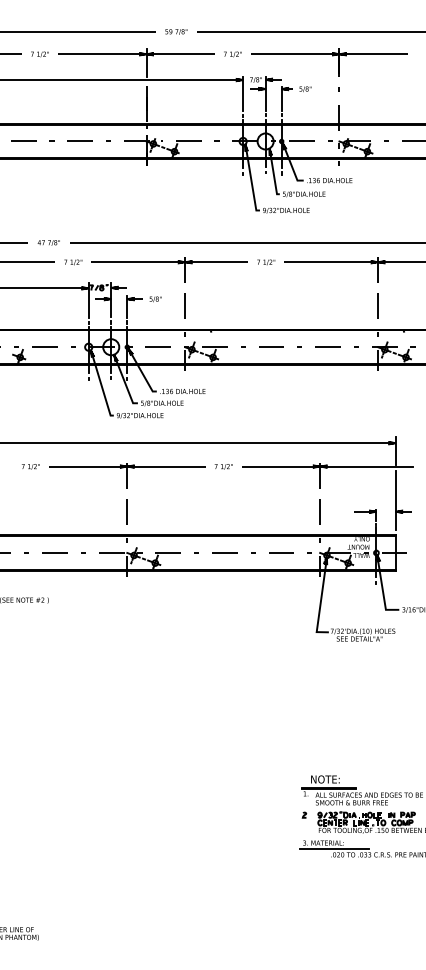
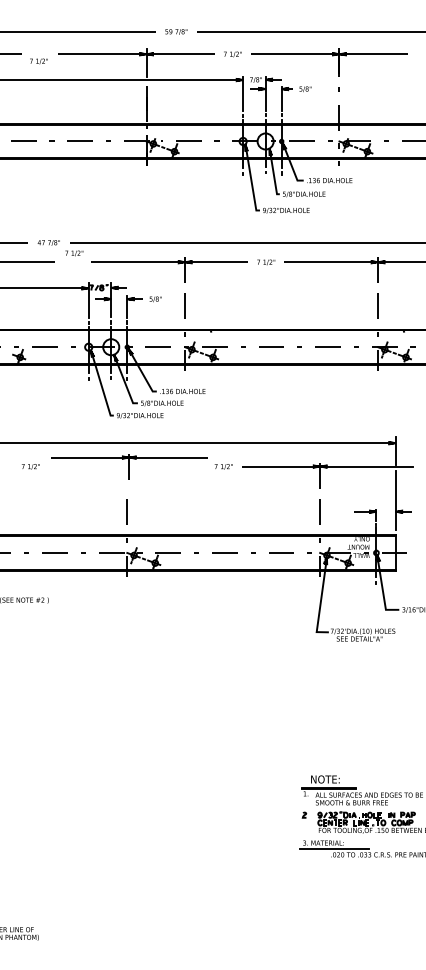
text at (39, 54) position: (39, 54) -> (38, 61)
text at (73, 262) position: (73, 262) -> (74, 253)
part at (127, 475) position: (127, 475) -> (129, 466)
